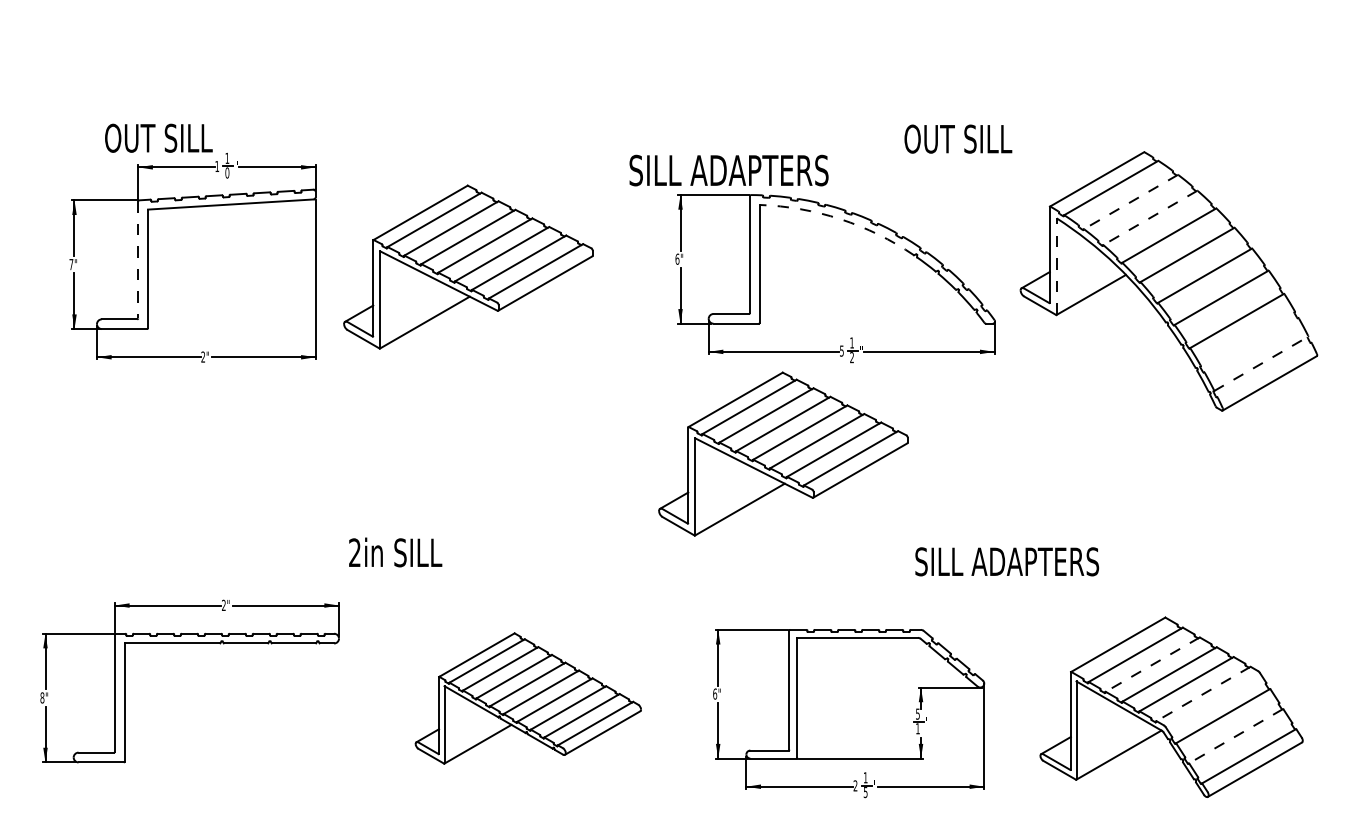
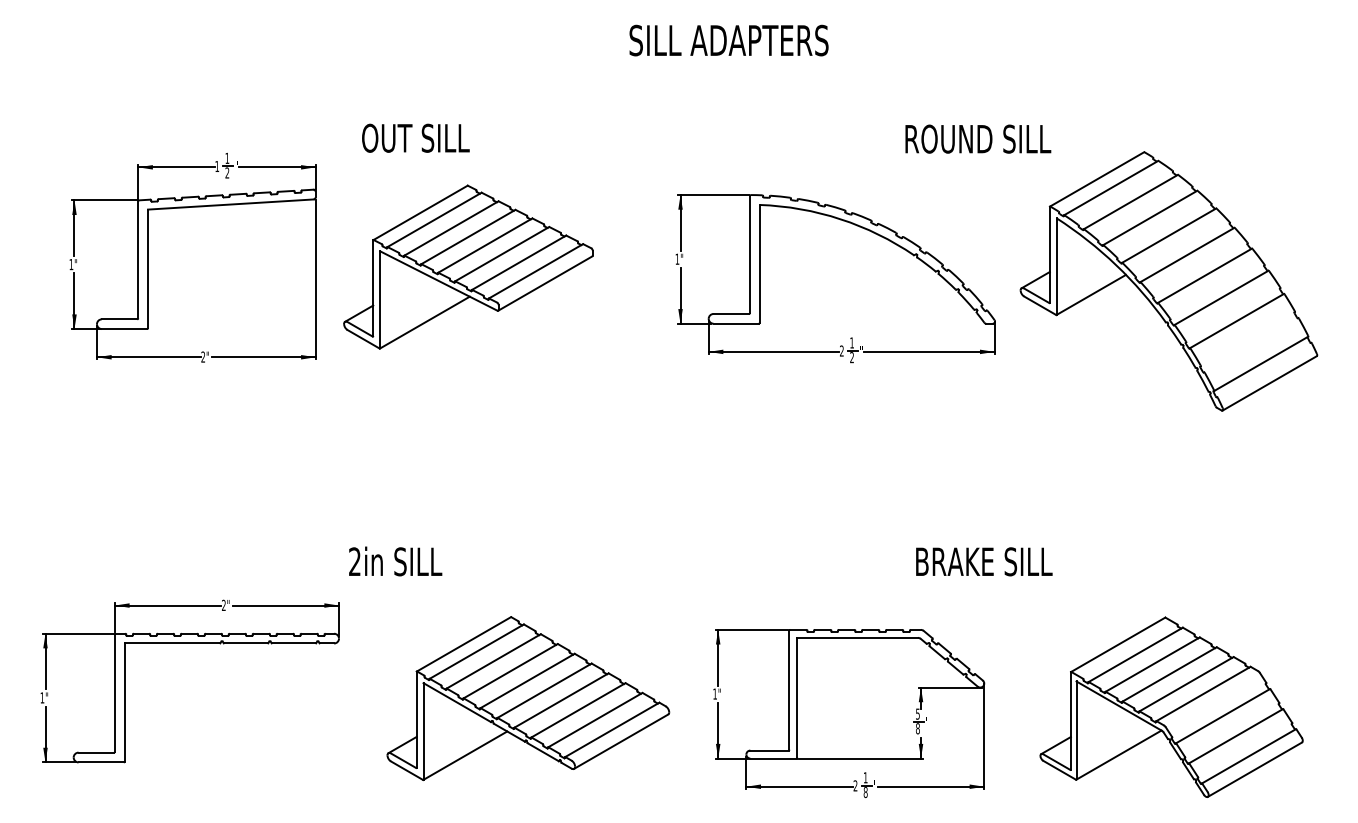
text at (158, 137) position: (158, 137) -> (415, 137)
text at (977, 138): OUT SILL -> ROUND SILL
text at (728, 170) position: (728, 170) -> (728, 40)
text at (227, 172): 0 -> 2
line at (1130, 202): dashed -> solid
line at (1149, 218): dashed -> solid
arc at (840, 219): dashed -> solid
text at (677, 258): 6" -> 1"
line at (138, 259): dashed -> solid
text at (71, 264): 7" -> 1"
line at (1056, 265): dashed -> solid
text at (841, 350): 5 -> 2
line at (1261, 363): dashed -> solid
part at (783, 453): present -> none
text at (395, 552) position: (395, 552) -> (395, 561)
text at (1007, 561): SILL ADAPTERS -> BRAKE SILL
line at (1152, 664): dashed -> solid
text at (715, 693): 6" -> 1"
line at (1202, 694): dashed -> solid
text at (42, 697): 8" -> 1"
part at (527, 698) size: 228x133 px -> 285x165 px
text at (917, 728): 1 -> 8
line at (1235, 736): dashed -> solid
text at (865, 792): 5 -> 8
